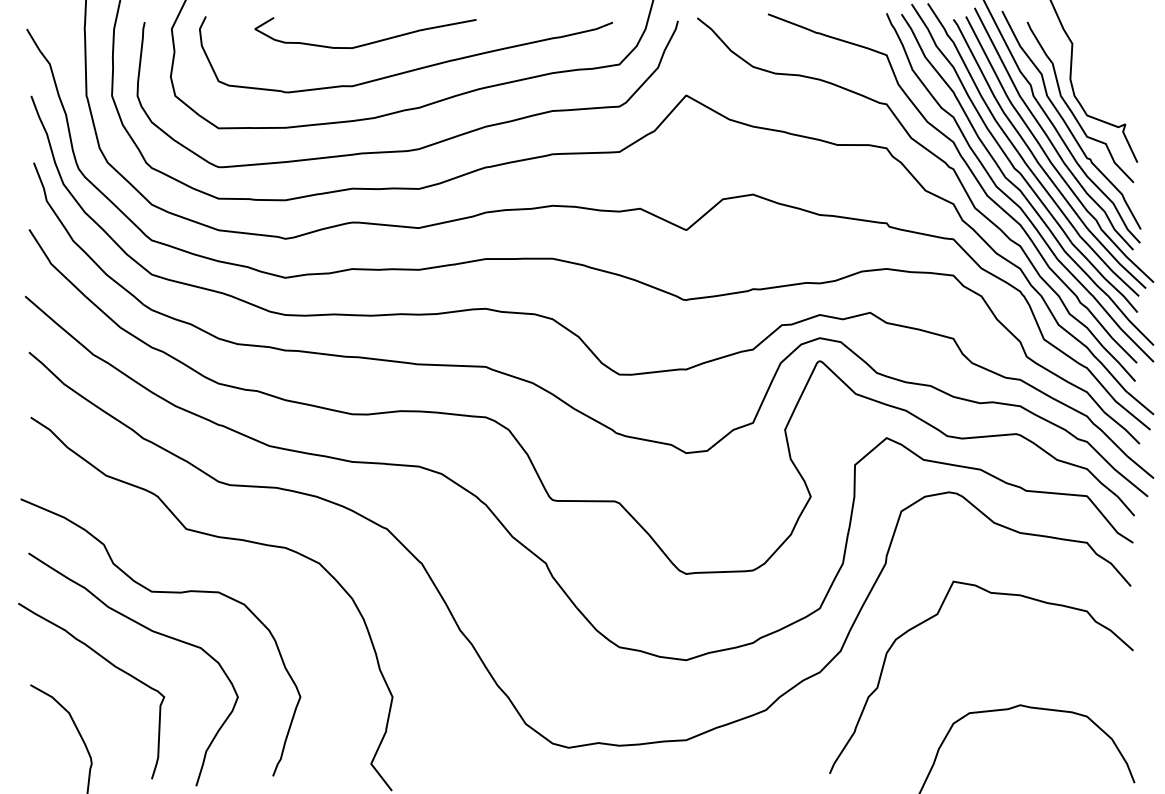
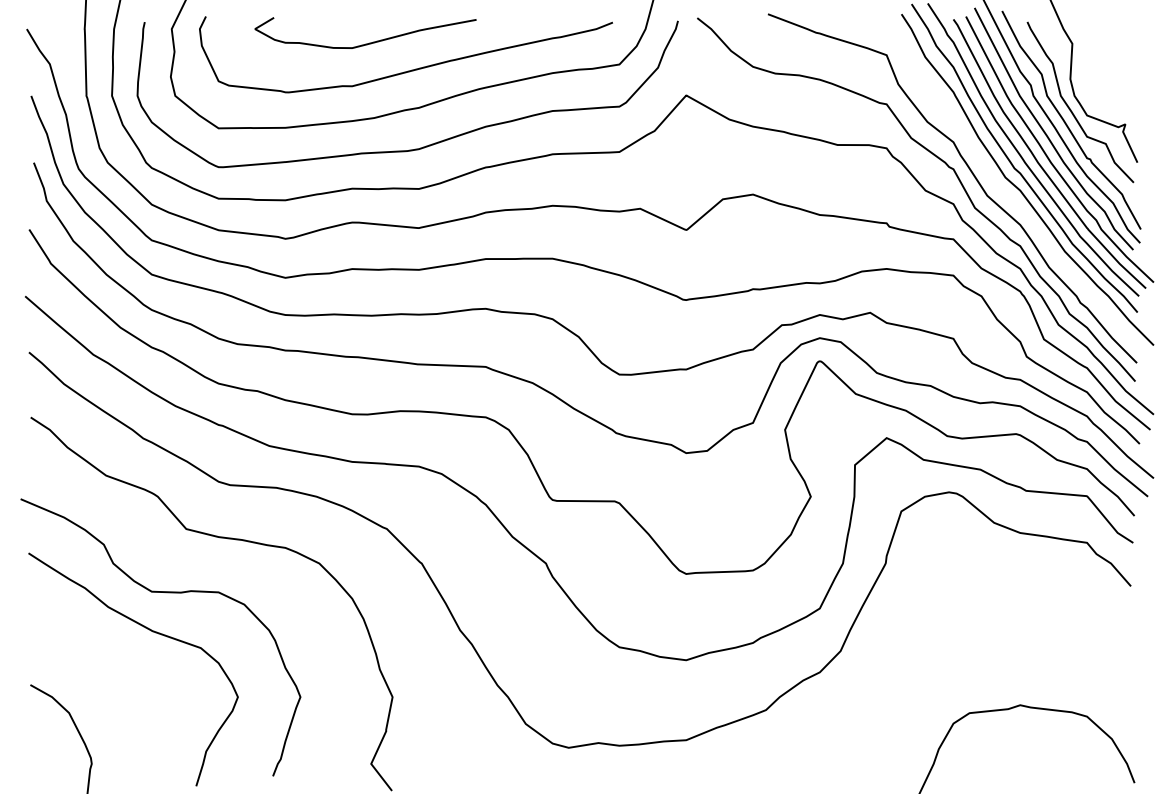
curve at (1010, 197): present -> none
curve at (937, 615): present -> none
curve at (110, 664): present -> none
